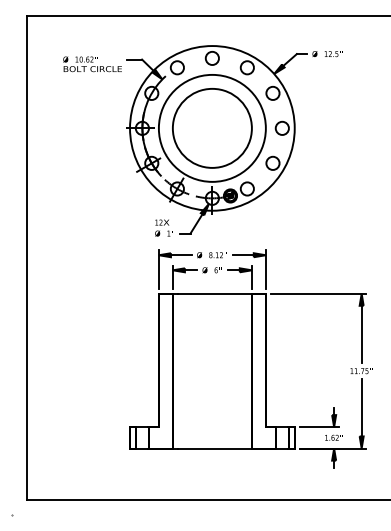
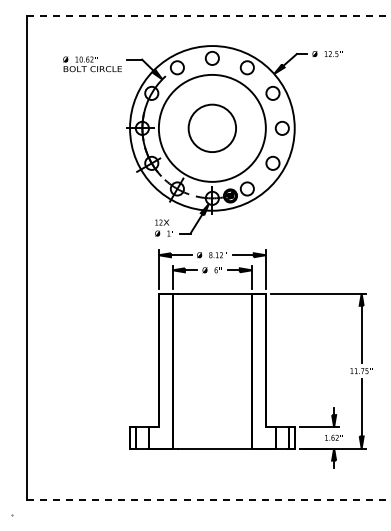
line at (208, 15): solid -> dashed
circle at (211, 127) diameter: 79 px -> 47 px
line at (208, 499): solid -> dashed
